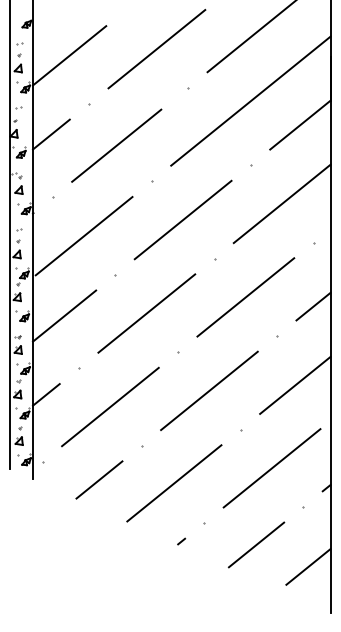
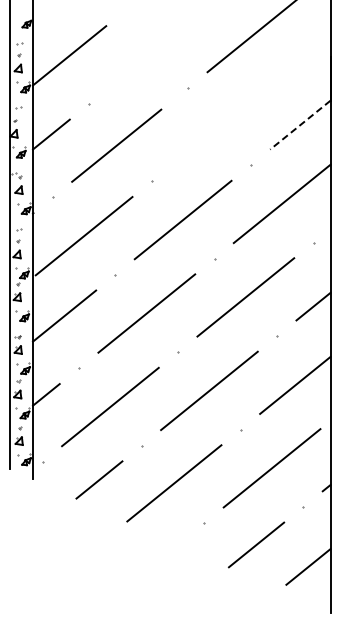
line at (156, 49): present -> none
line at (250, 100): present -> none
line at (300, 125): solid -> dashed
line at (181, 541): present -> none
